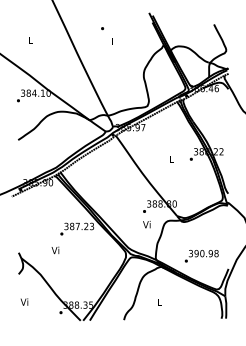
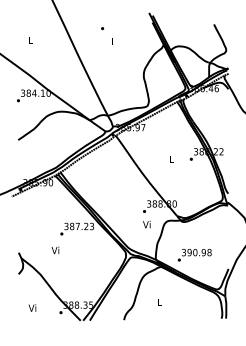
text at (201, 256) position: (201, 256) -> (194, 255)
text at (24, 301) position: (24, 301) -> (32, 307)
